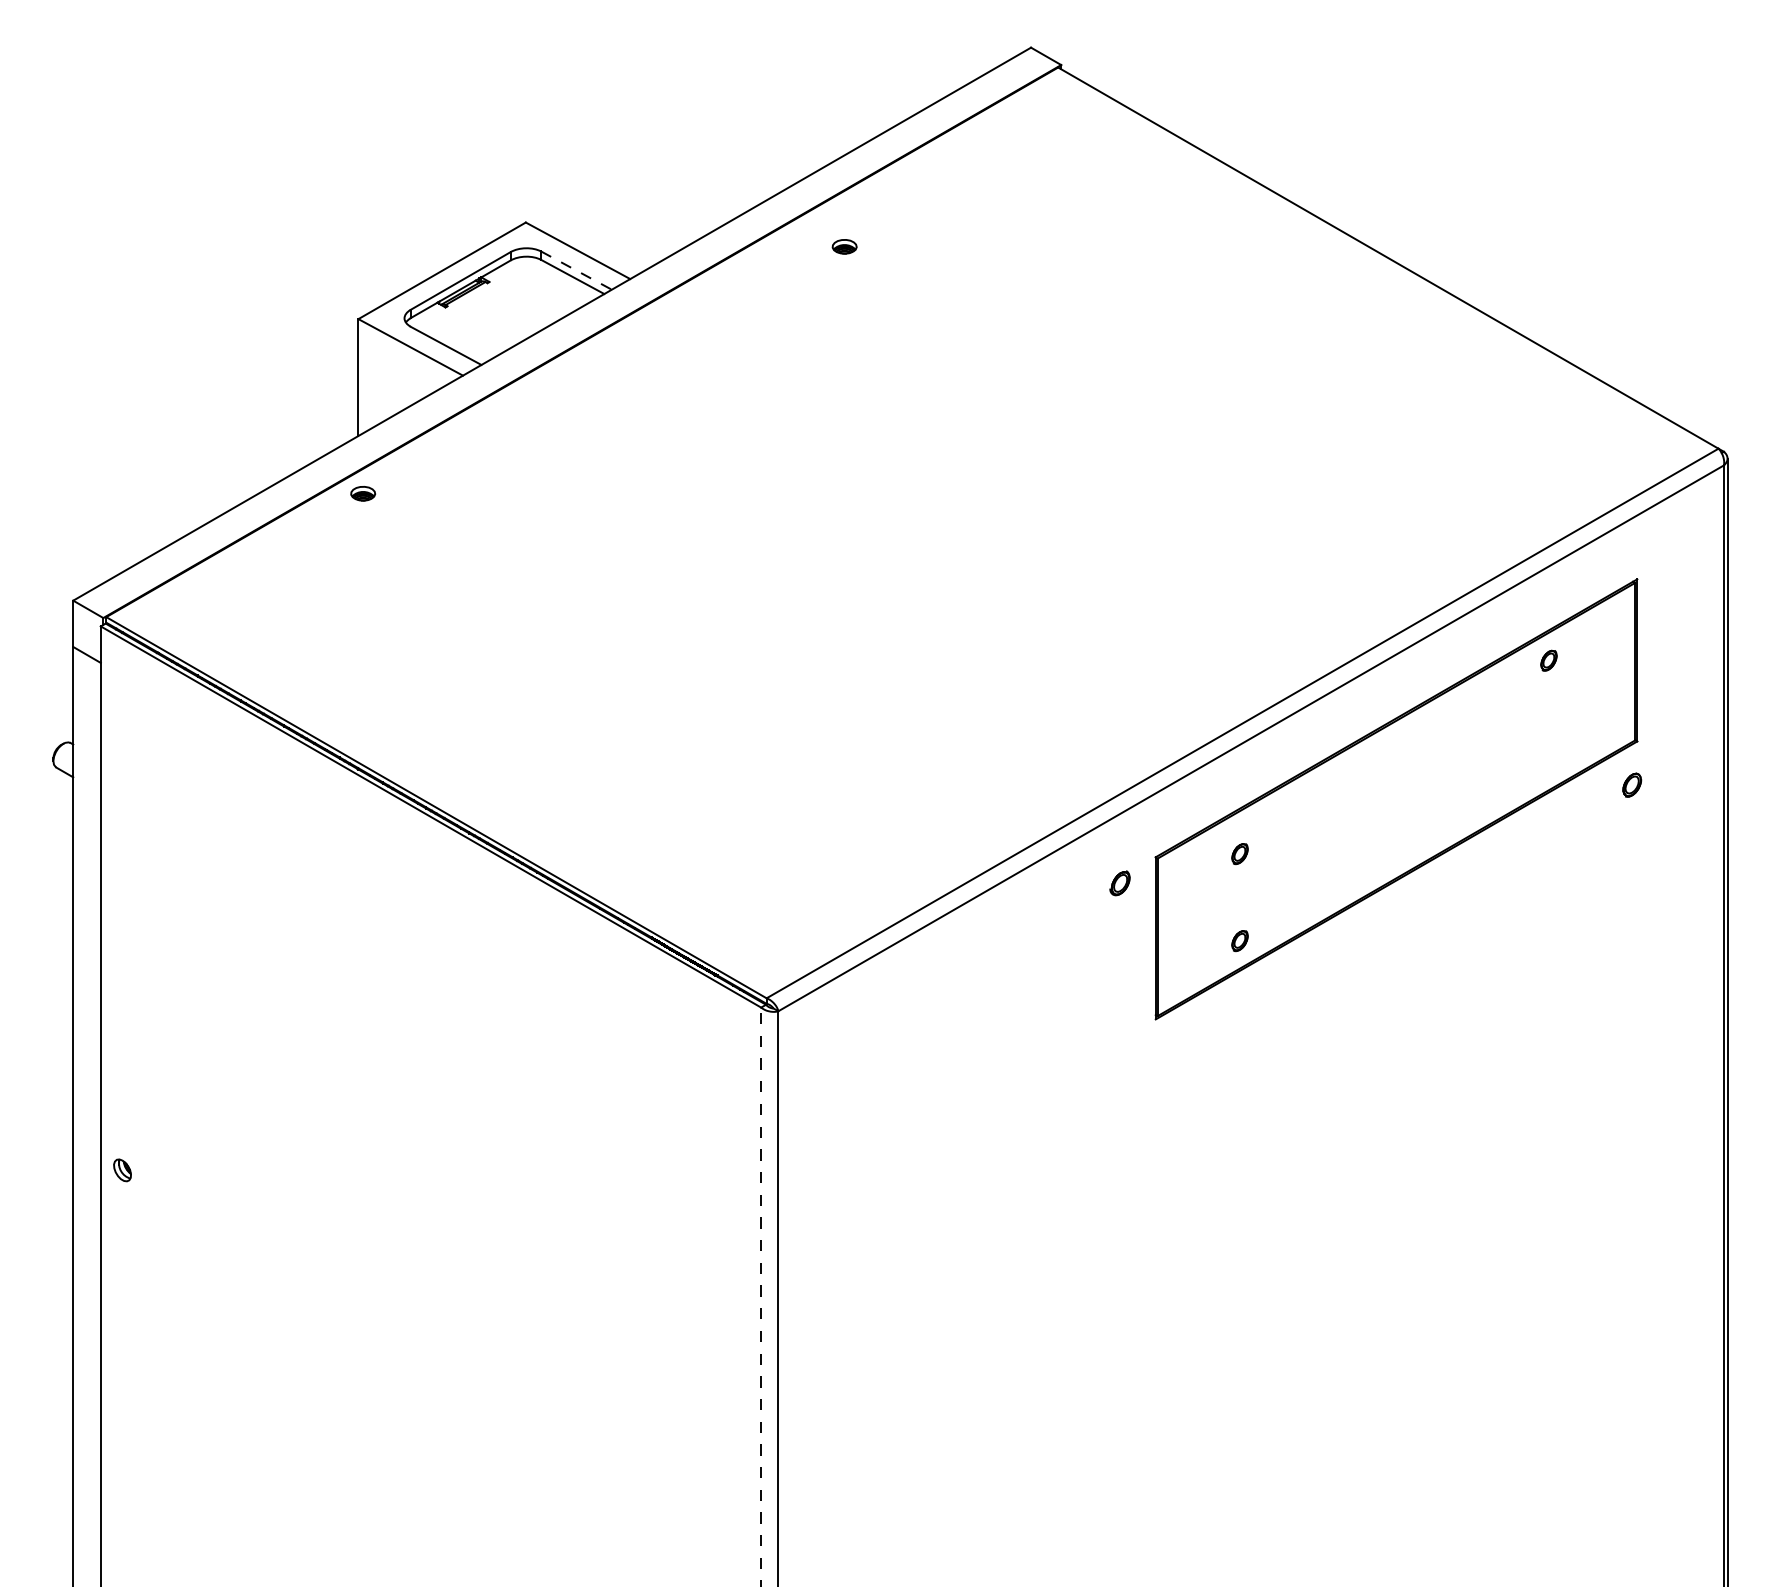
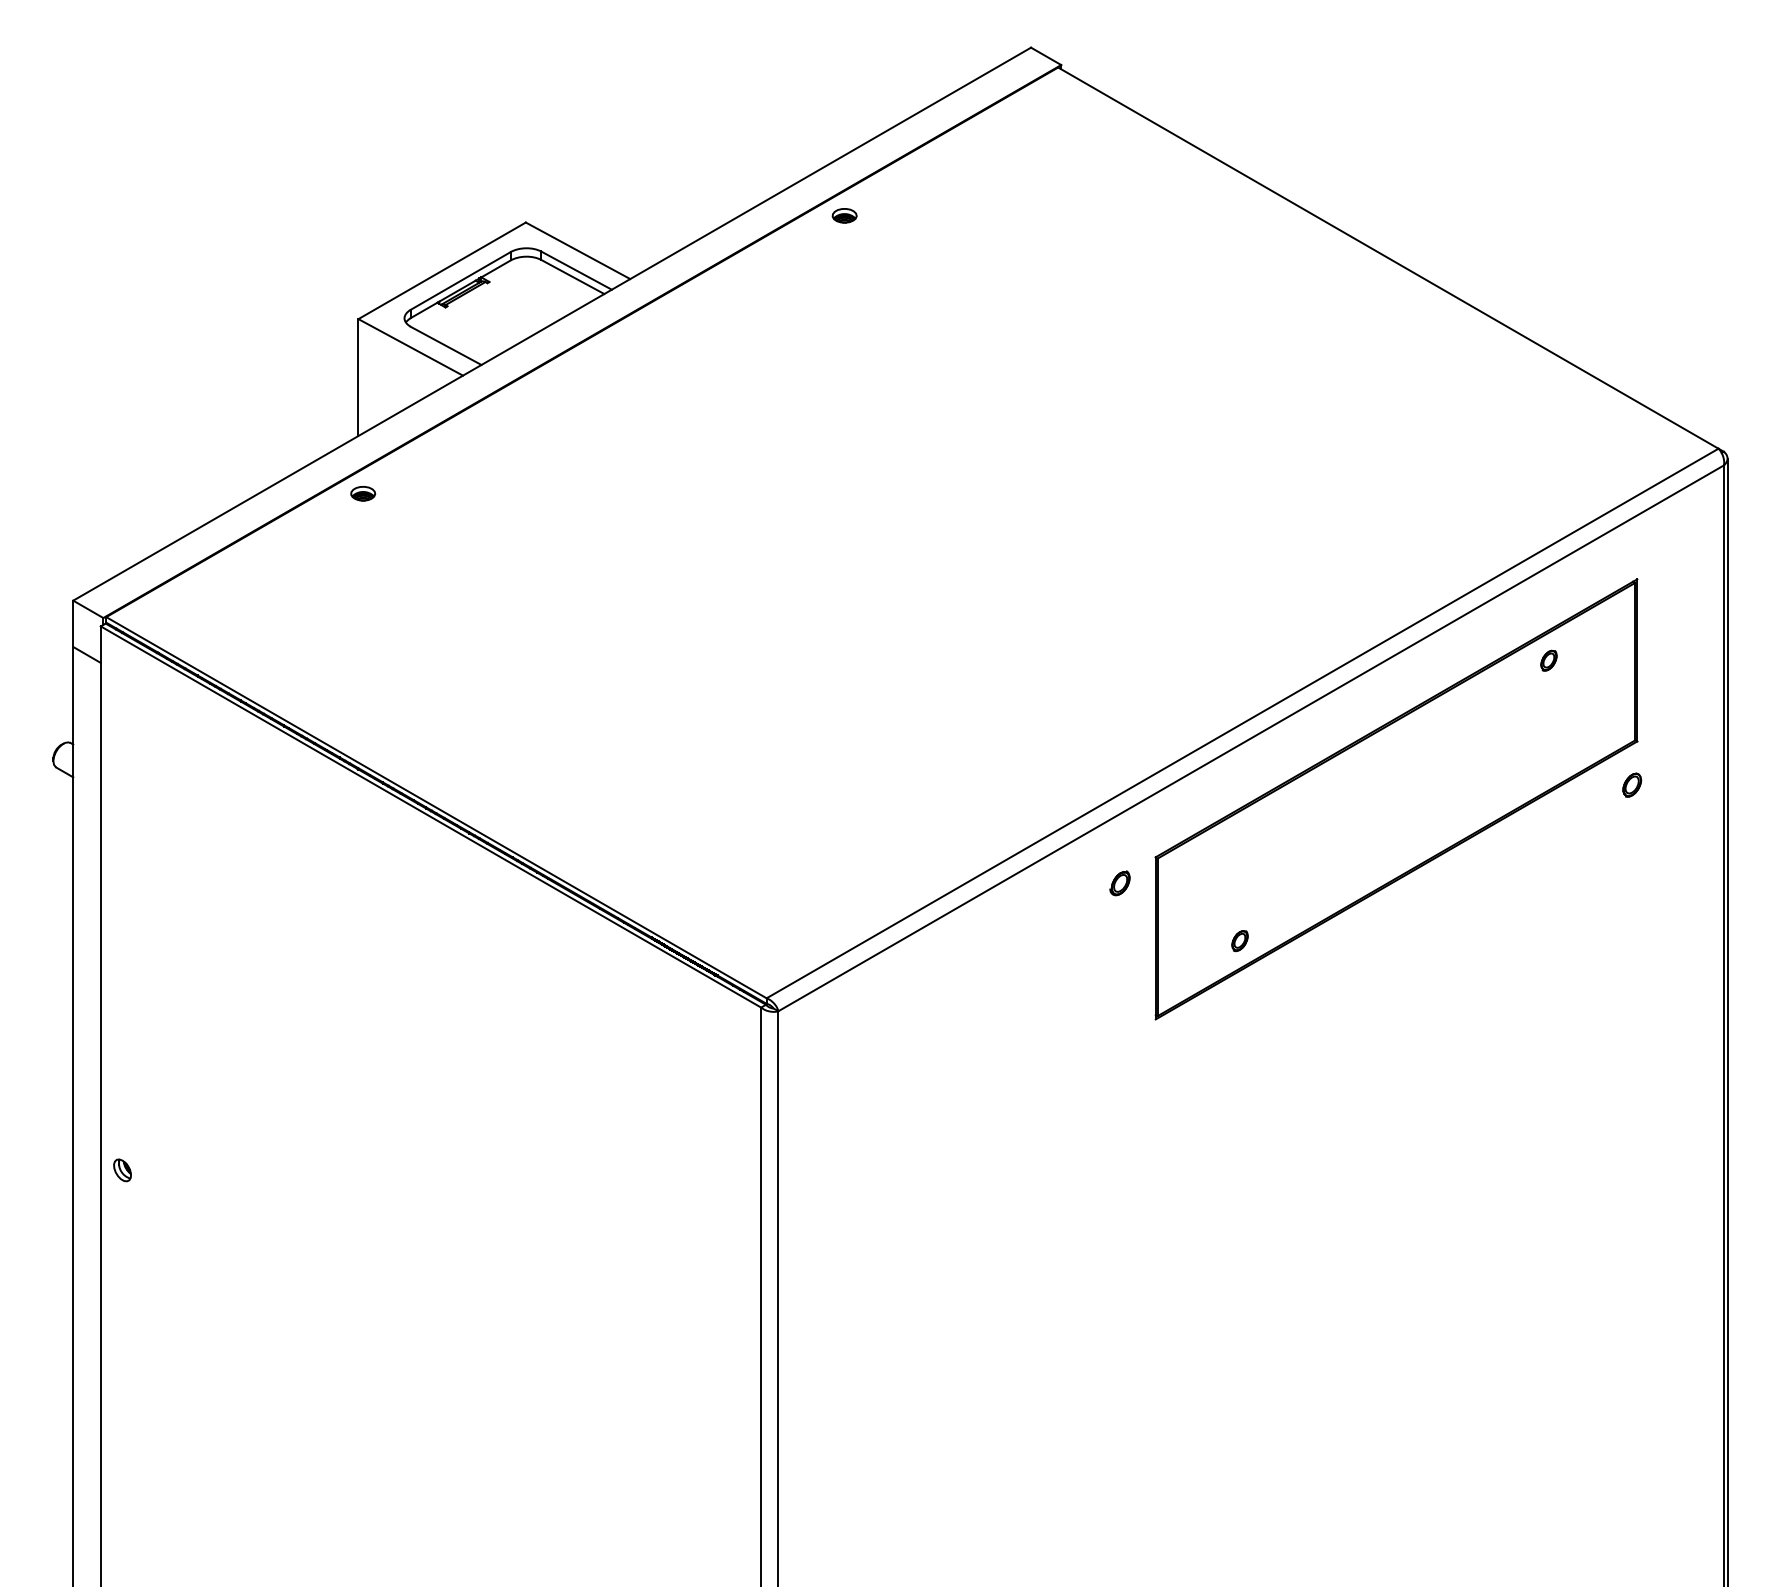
part at (844, 246) position: (844, 246) -> (844, 215)
line at (576, 270): dashed -> solid
part at (1239, 854): present -> none
line at (761, 1296): dashed -> solid
